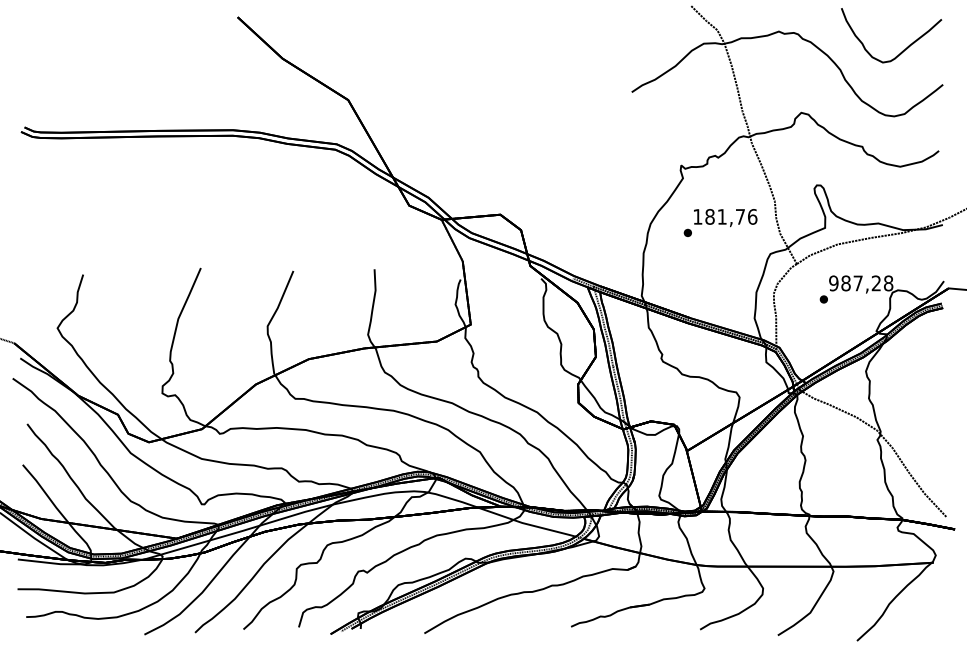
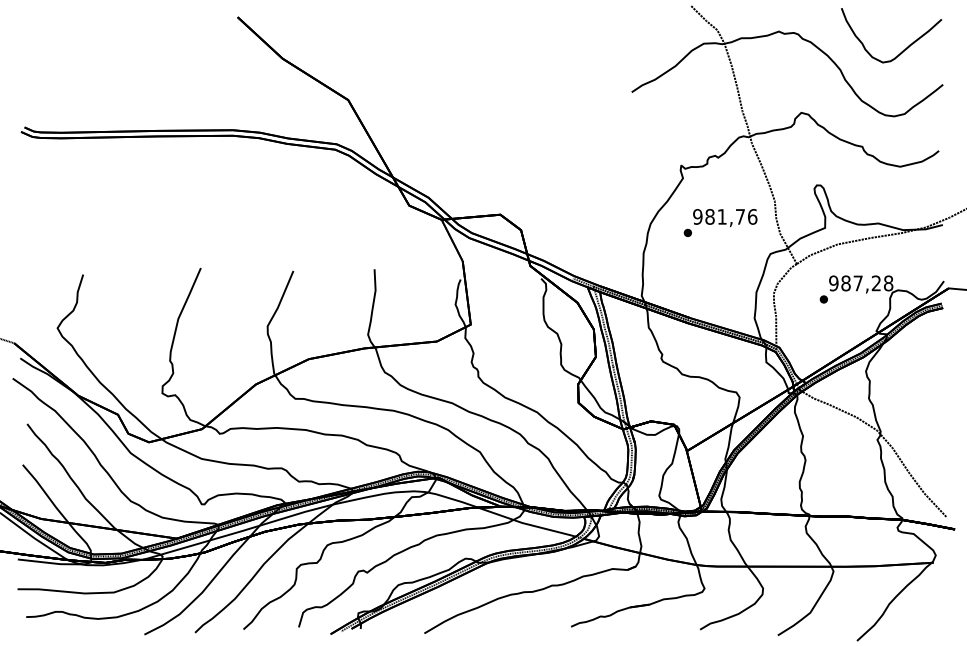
text at (697, 216): 181,76 -> 981,76
